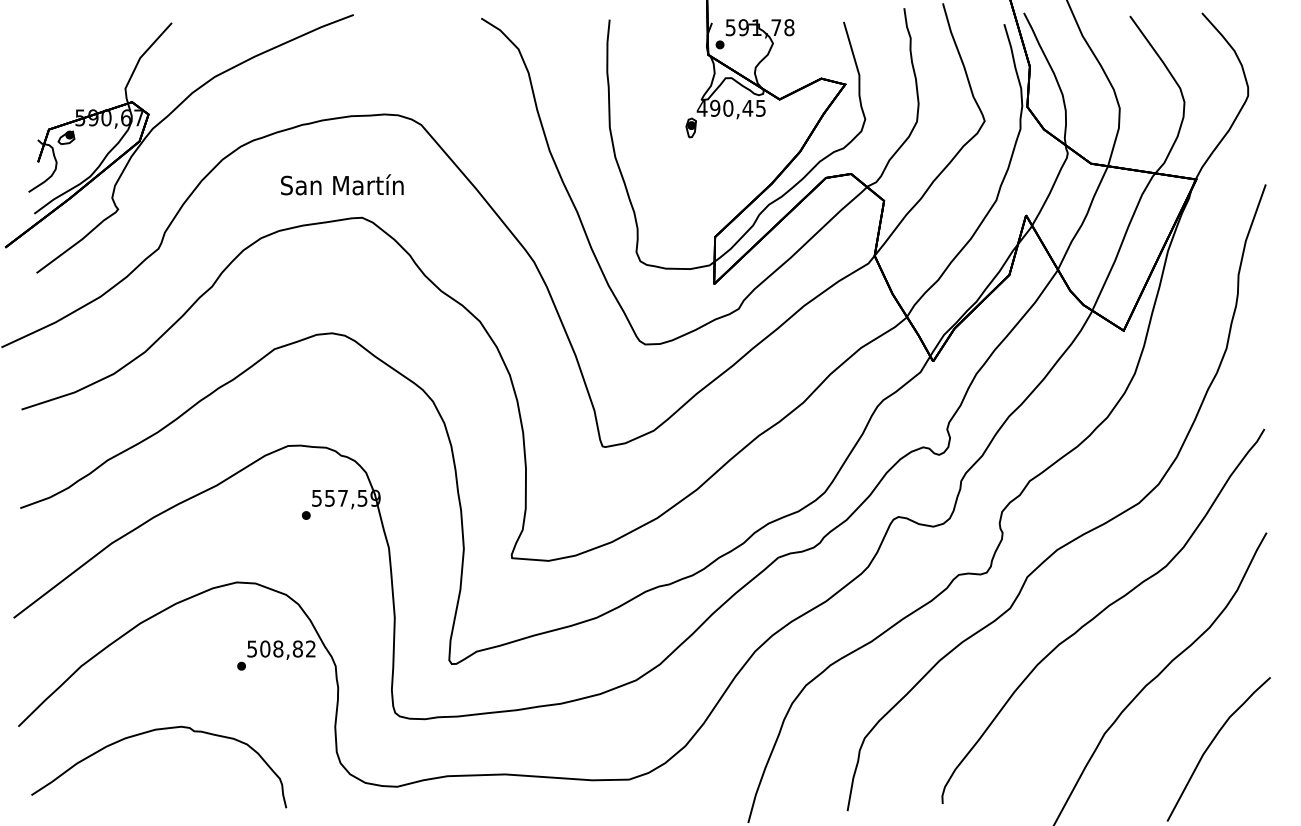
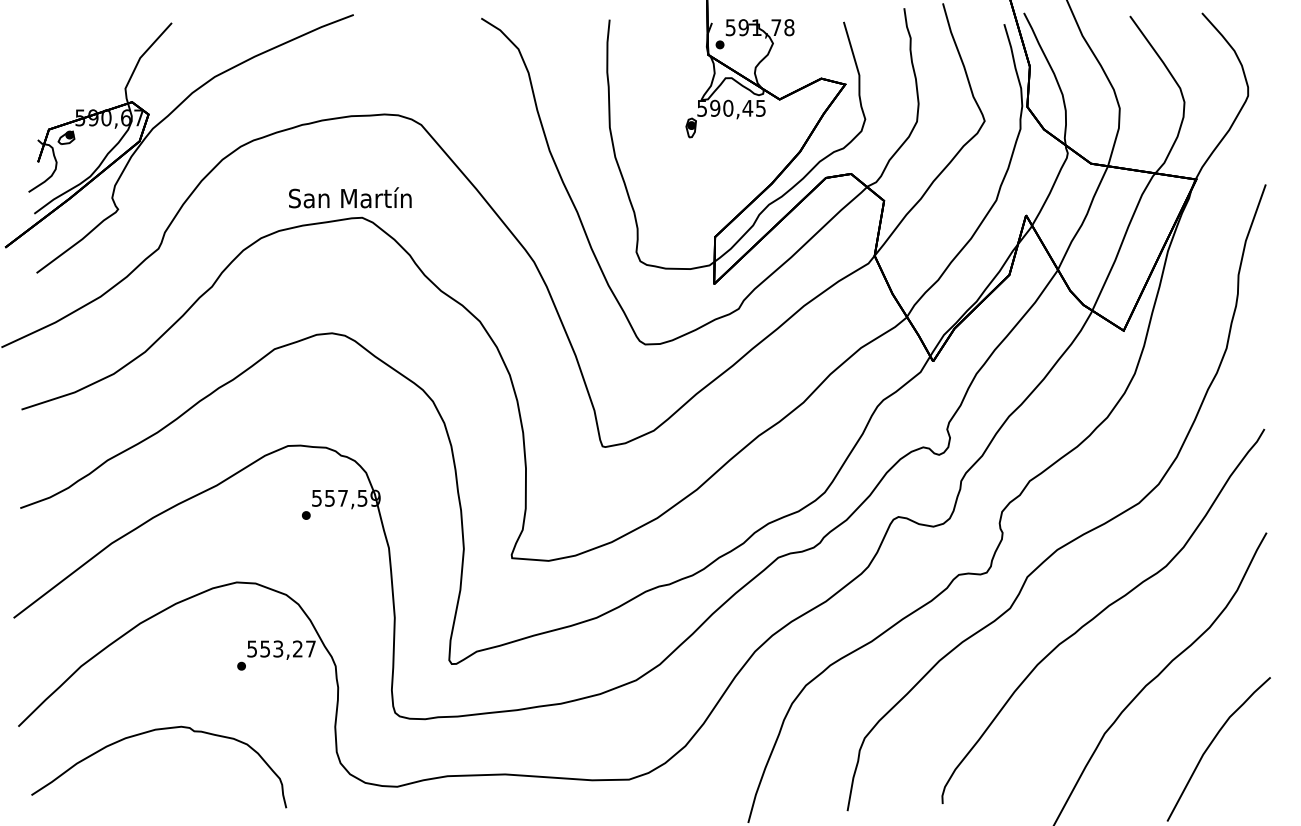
text at (701, 108): 490,45 -> 590,45
text at (342, 184) position: (342, 184) -> (350, 197)
text at (287, 648): 508,82 -> 553,27
